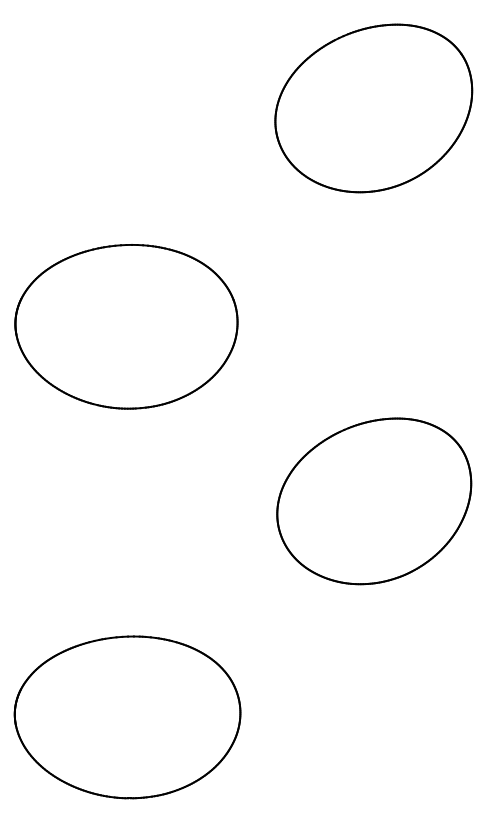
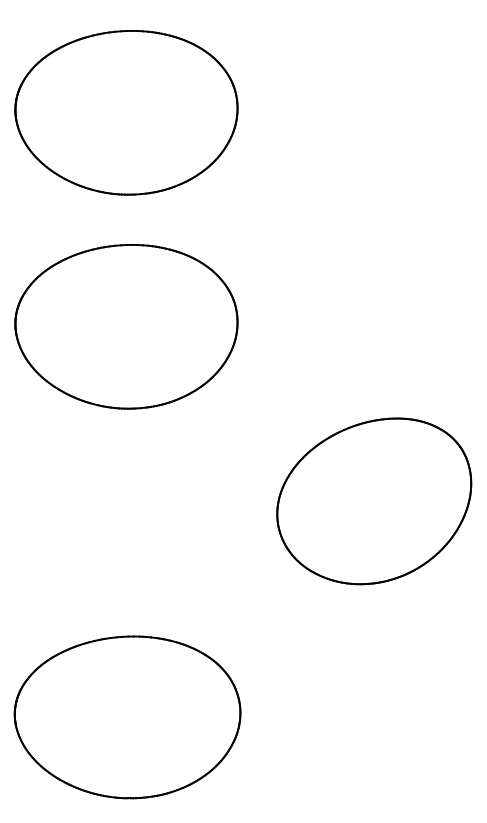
part at (373, 108): present -> none
part at (126, 112): none -> present
